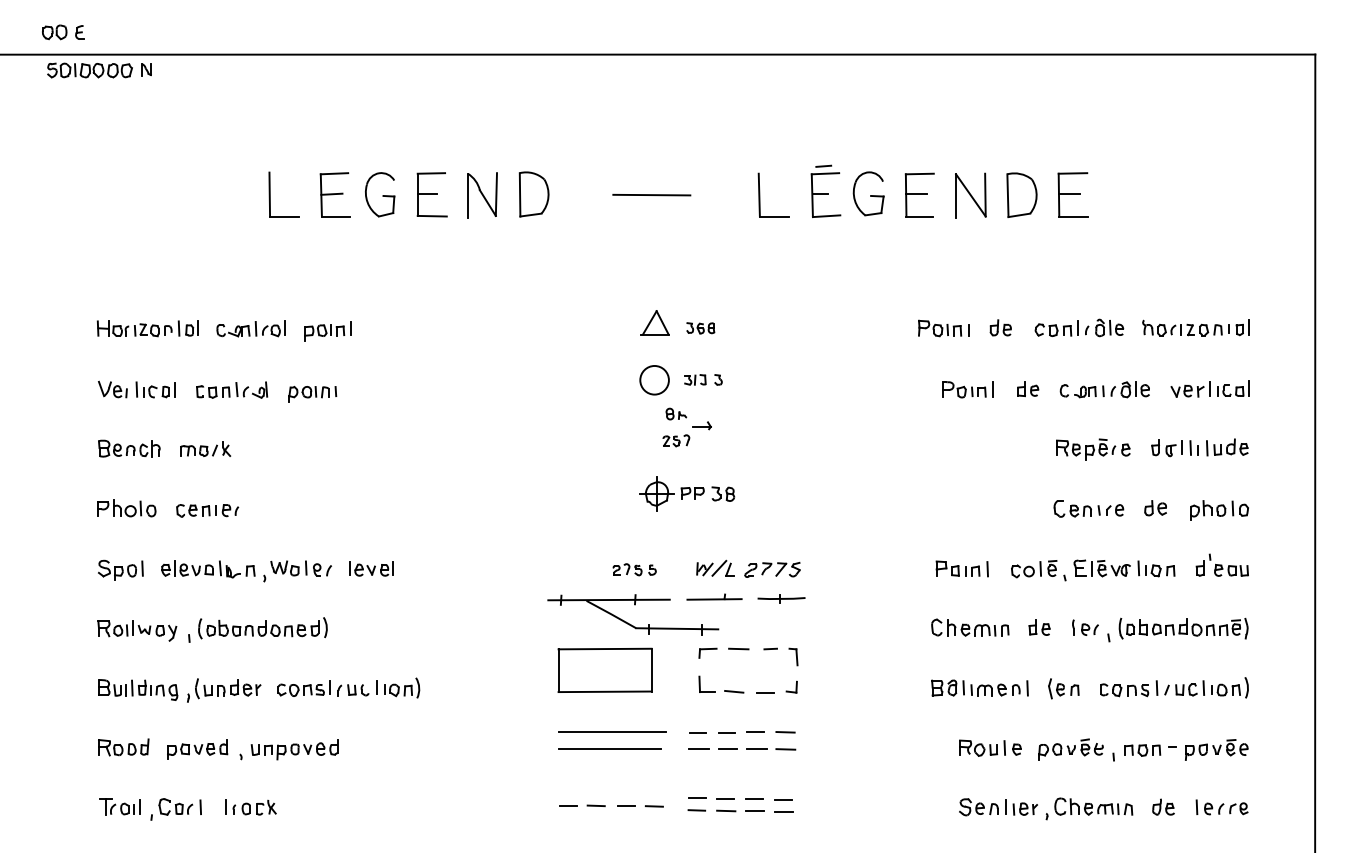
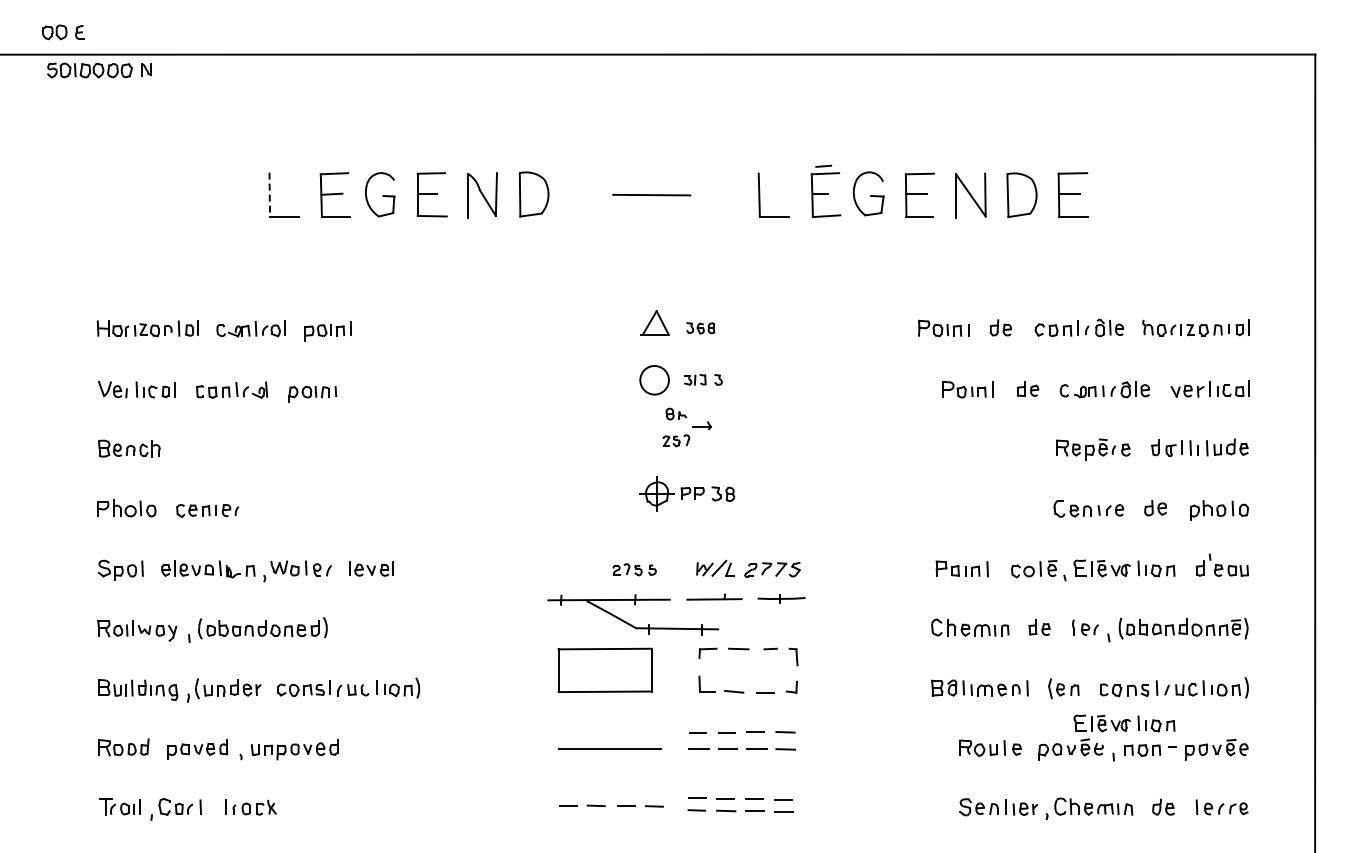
line at (269, 194): solid -> dashed
part at (205, 448): present -> none
part at (1124, 723): none -> present
line at (611, 732): present -> none
